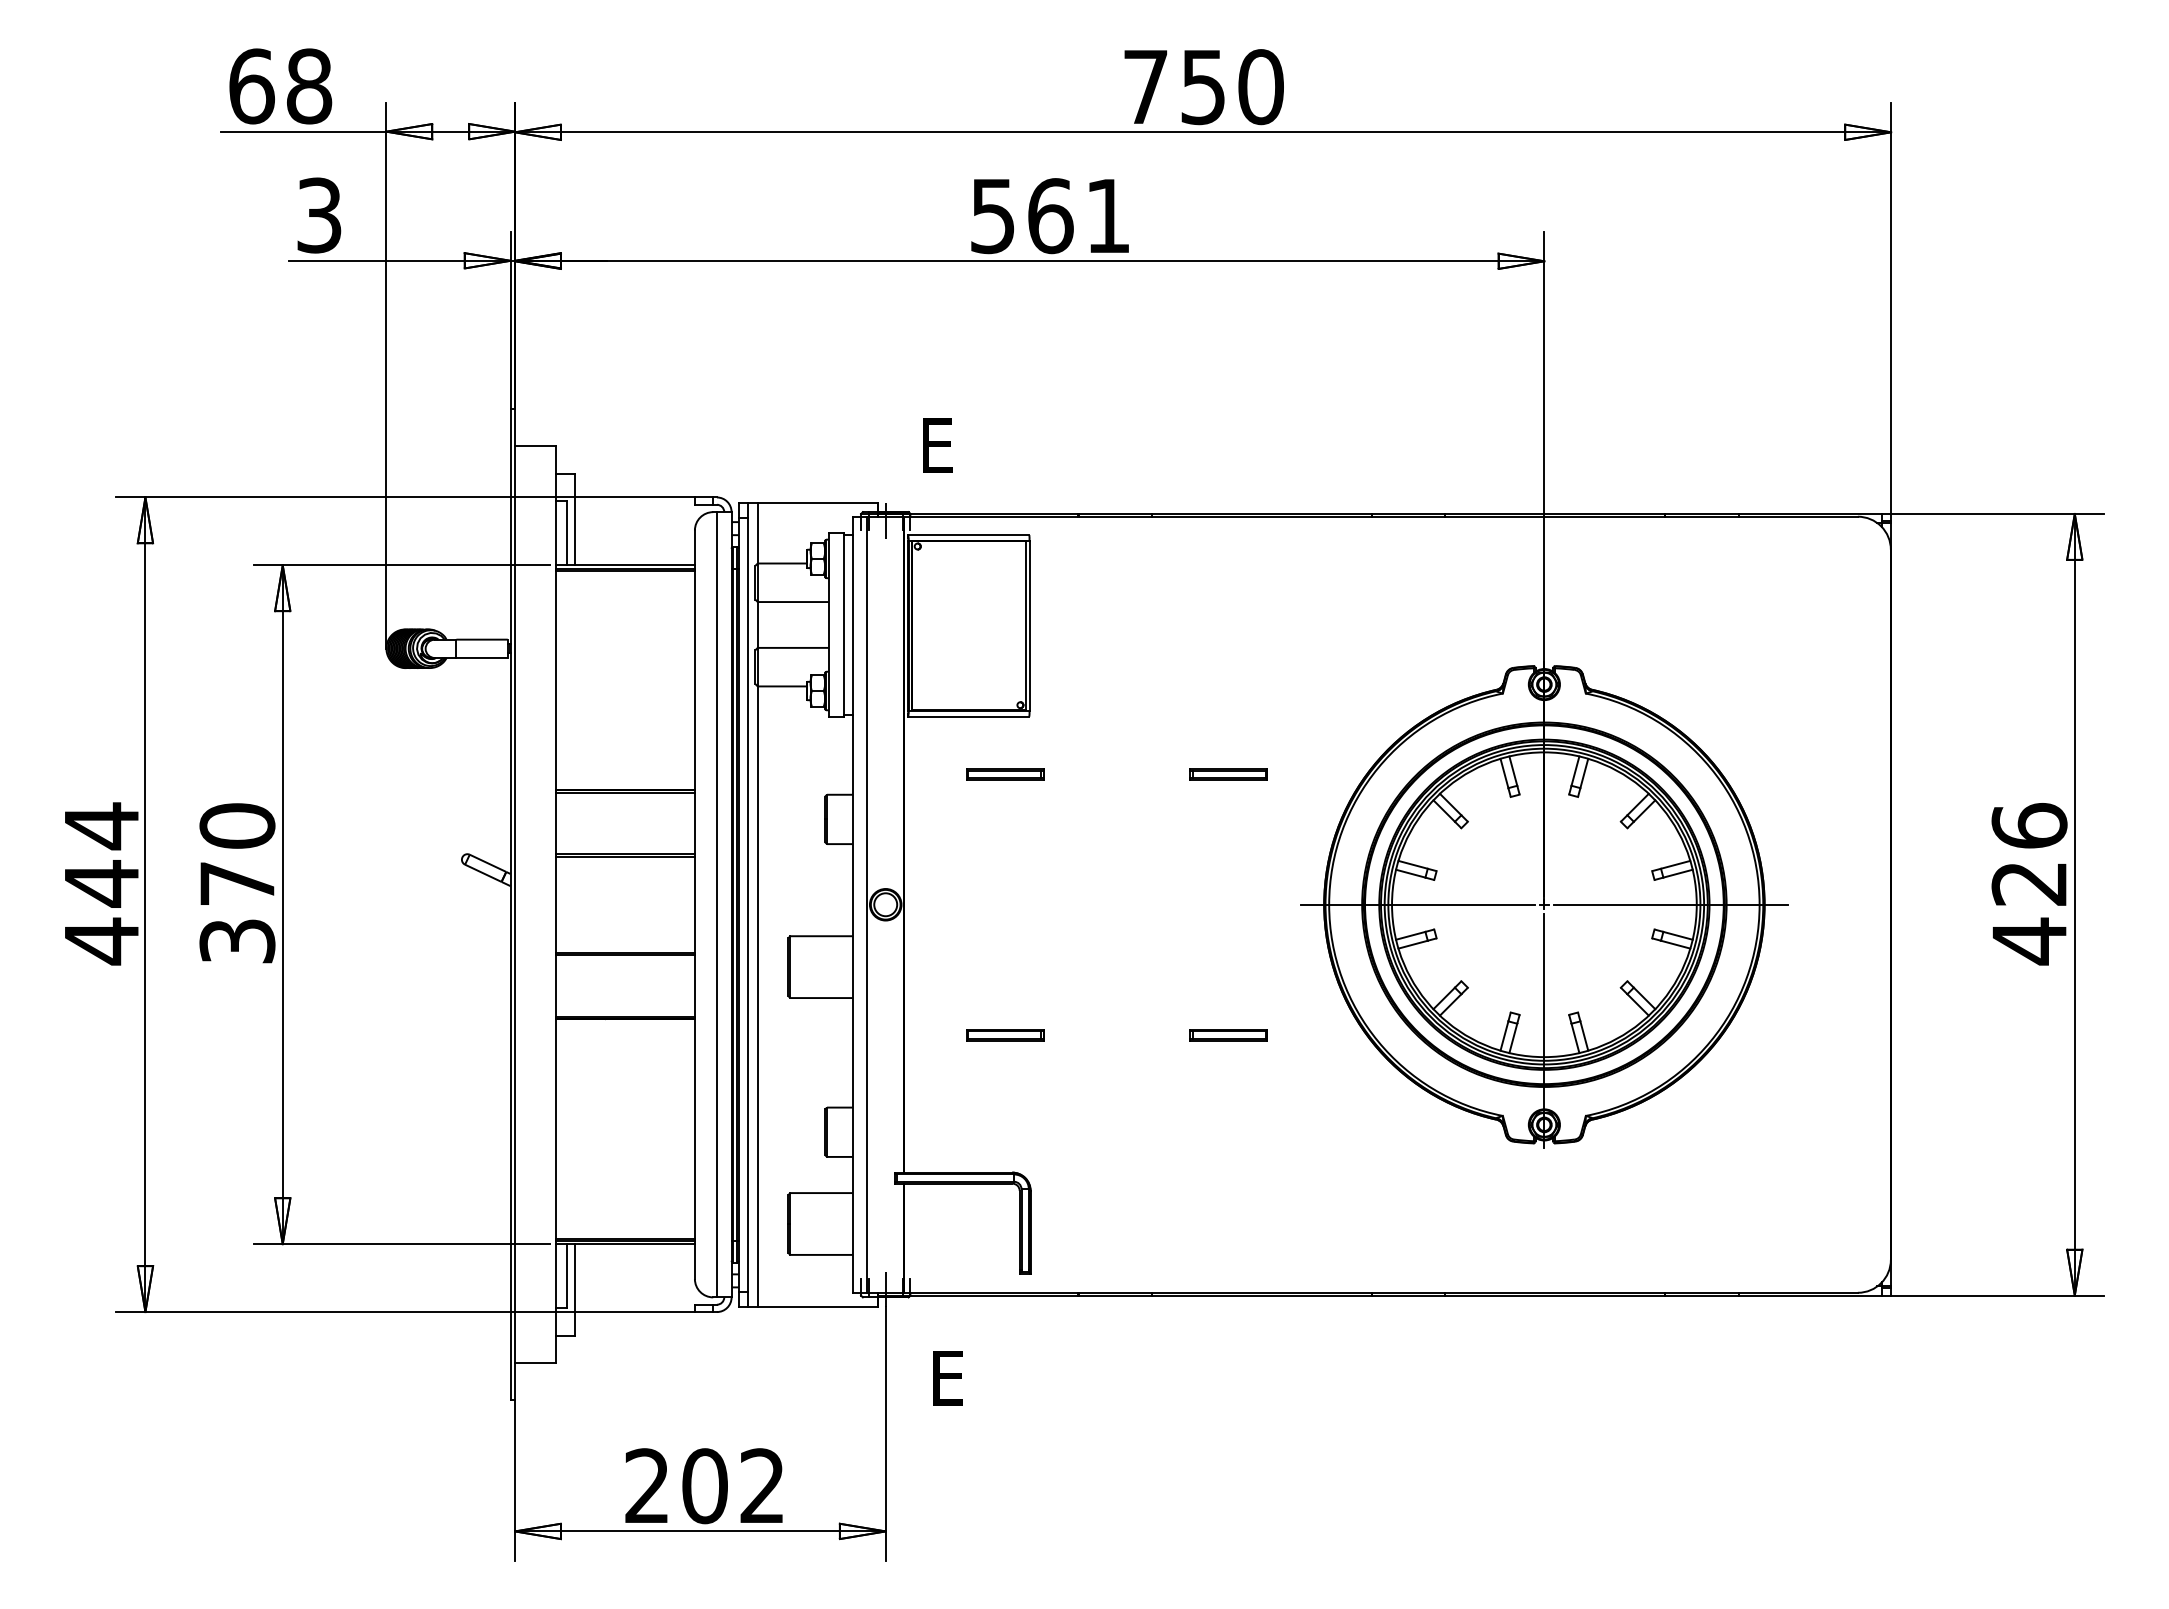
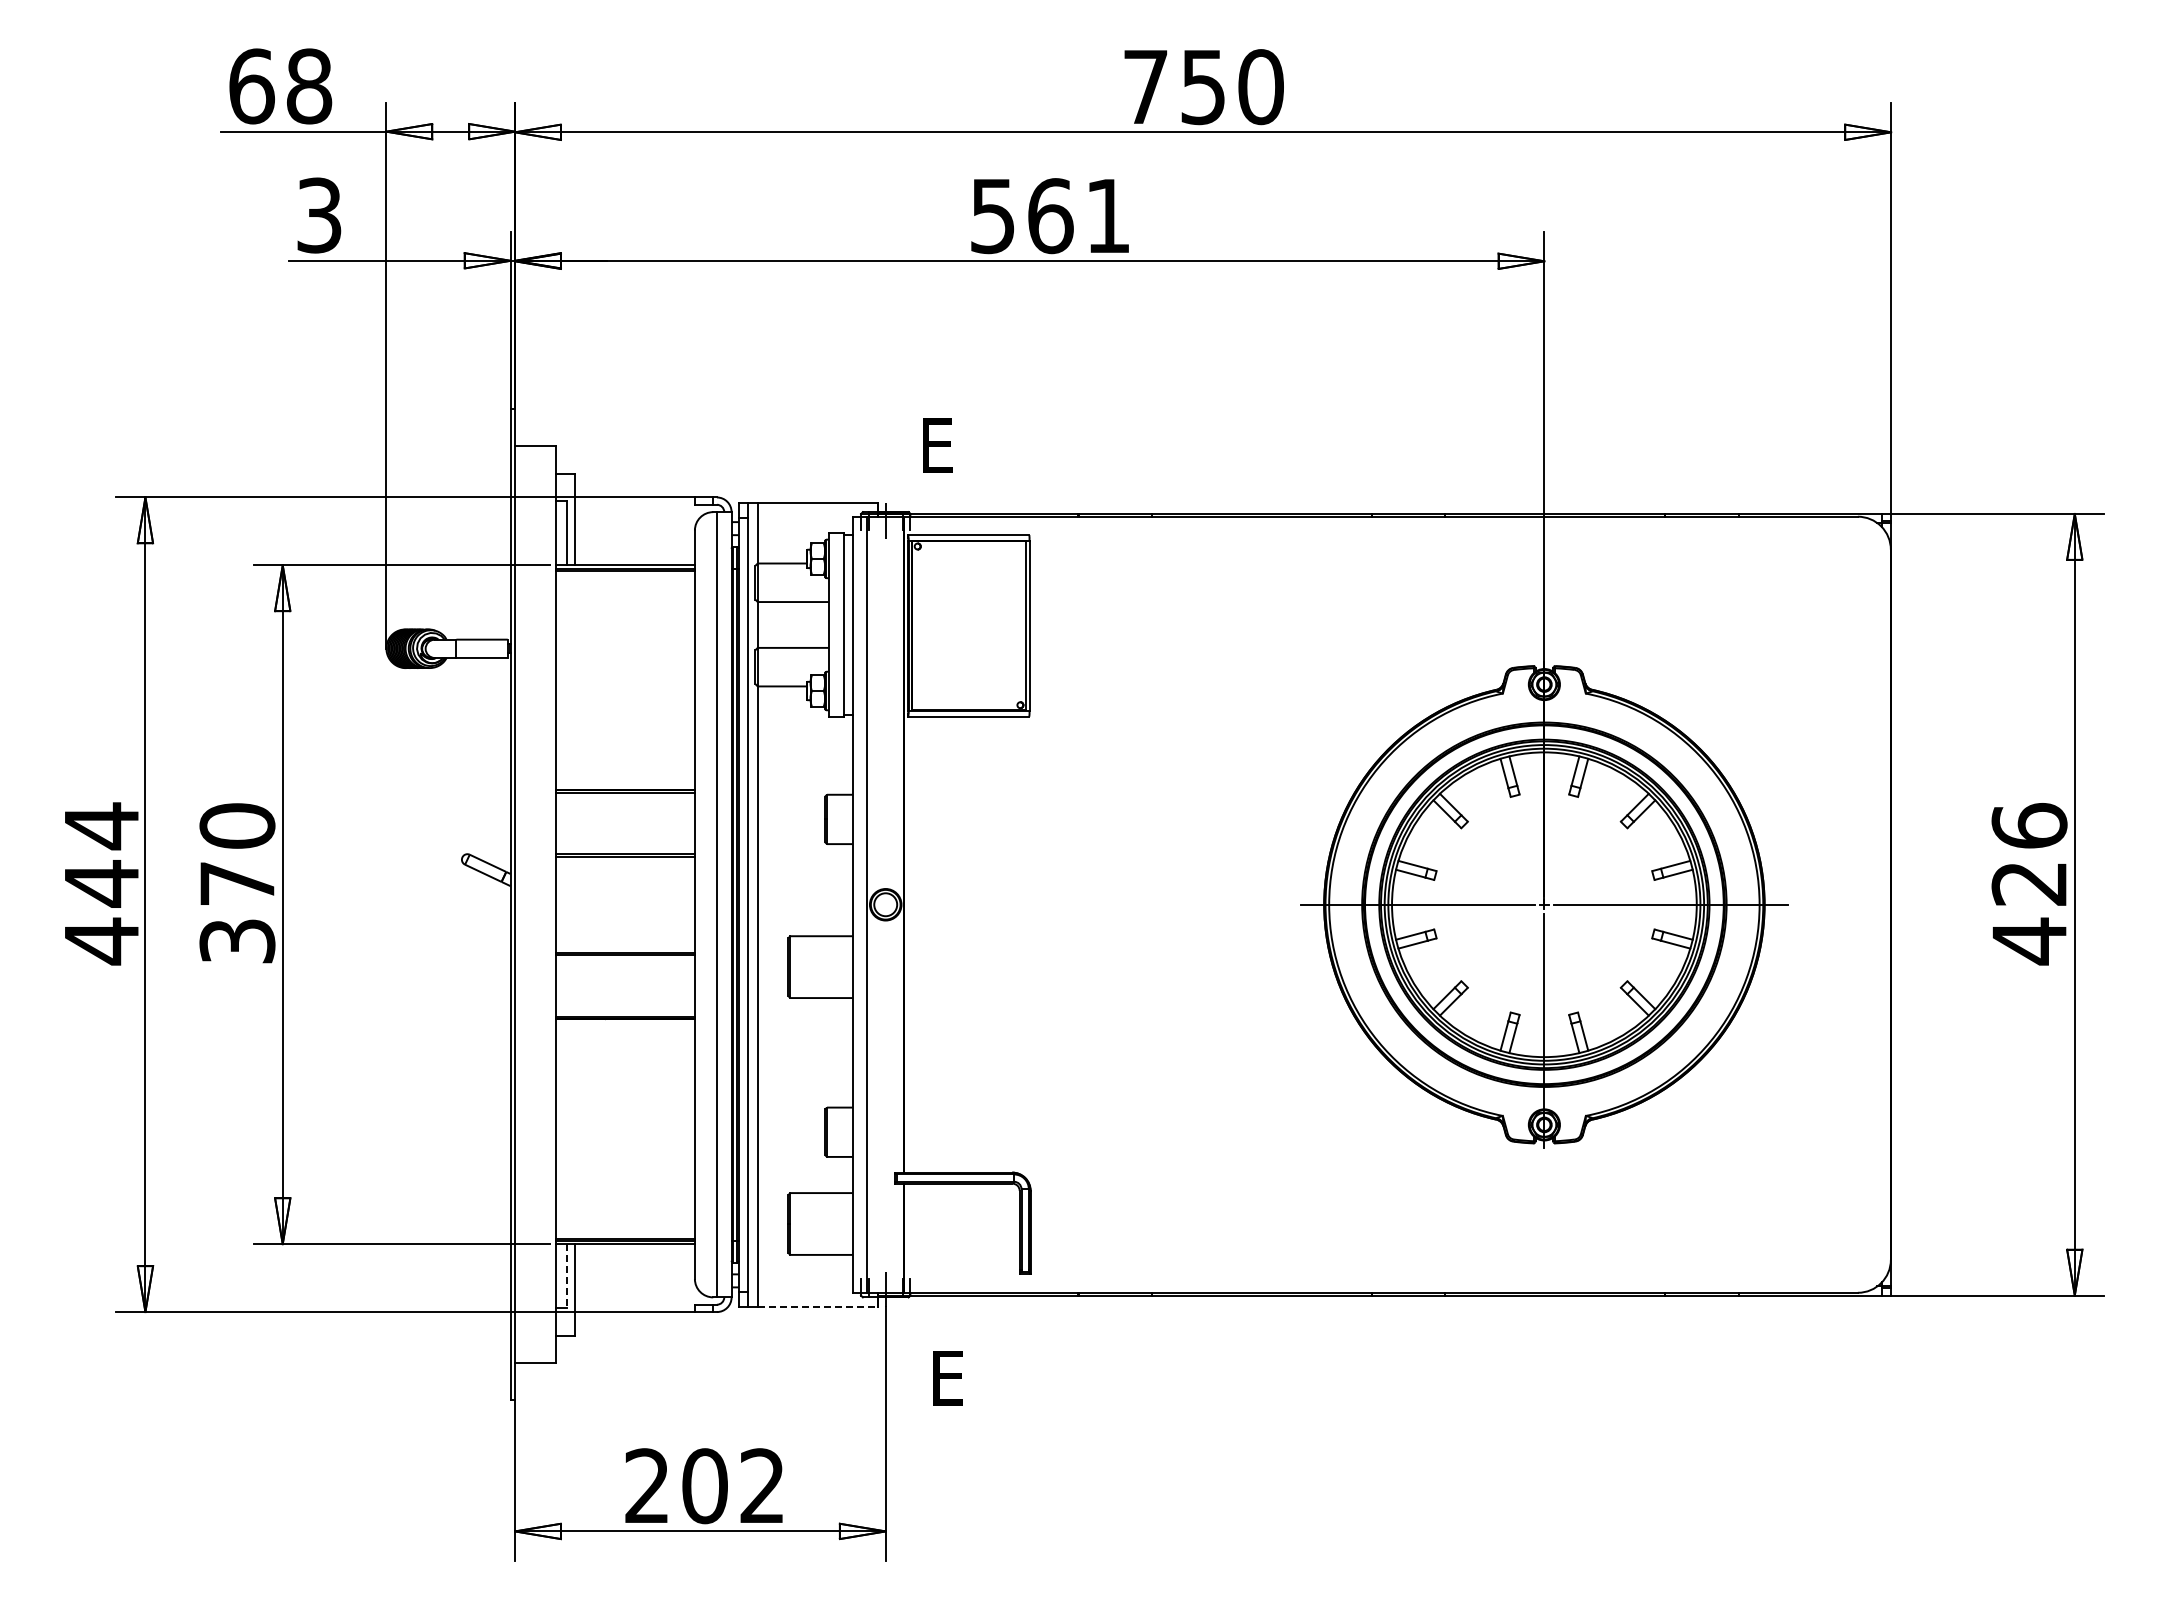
part at (1005, 774): present -> none
part at (1228, 774): present -> none
part at (1005, 1035): present -> none
part at (1228, 1035): present -> none
line at (567, 1276): solid -> dashed
line at (818, 1306): solid -> dashed
